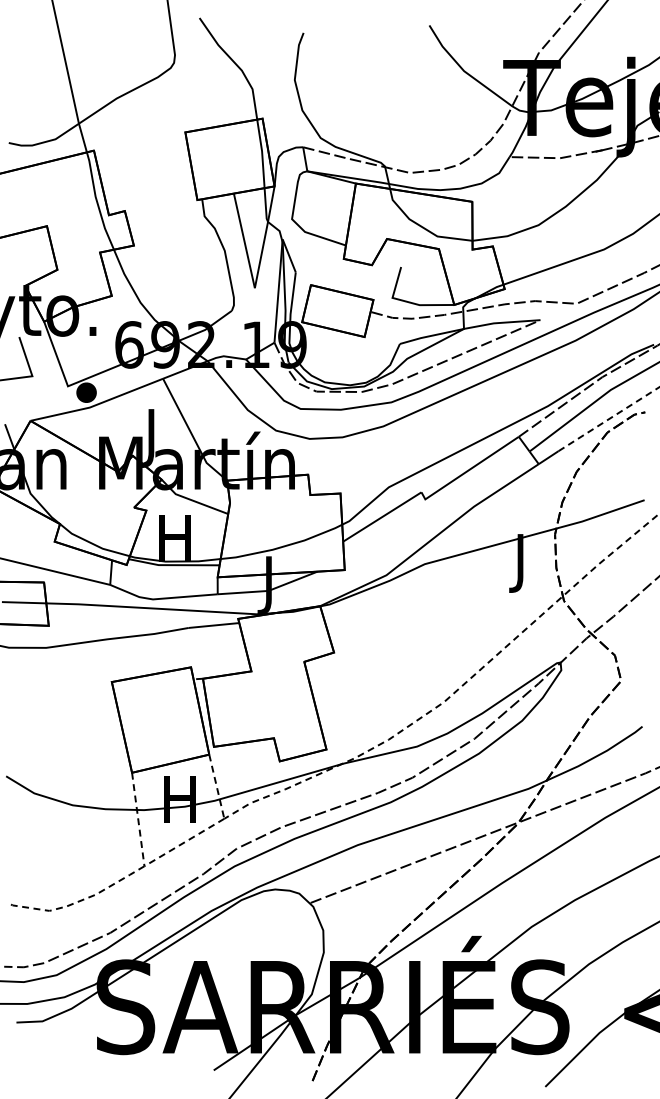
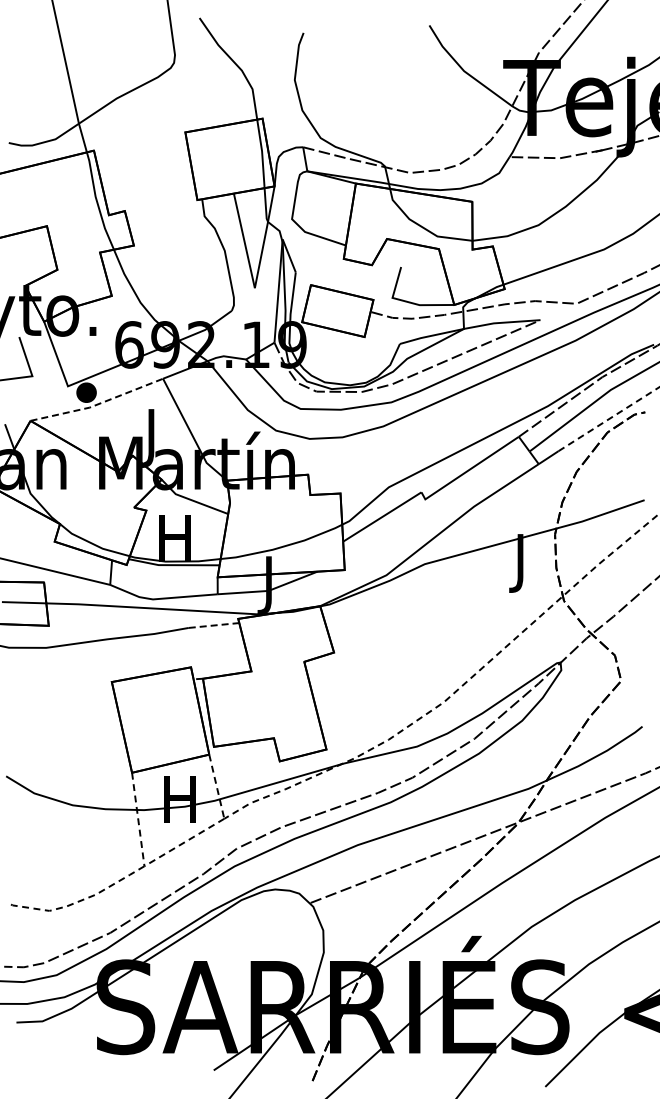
line at (98, 404): solid -> dashed
line at (214, 625): solid -> dashed
